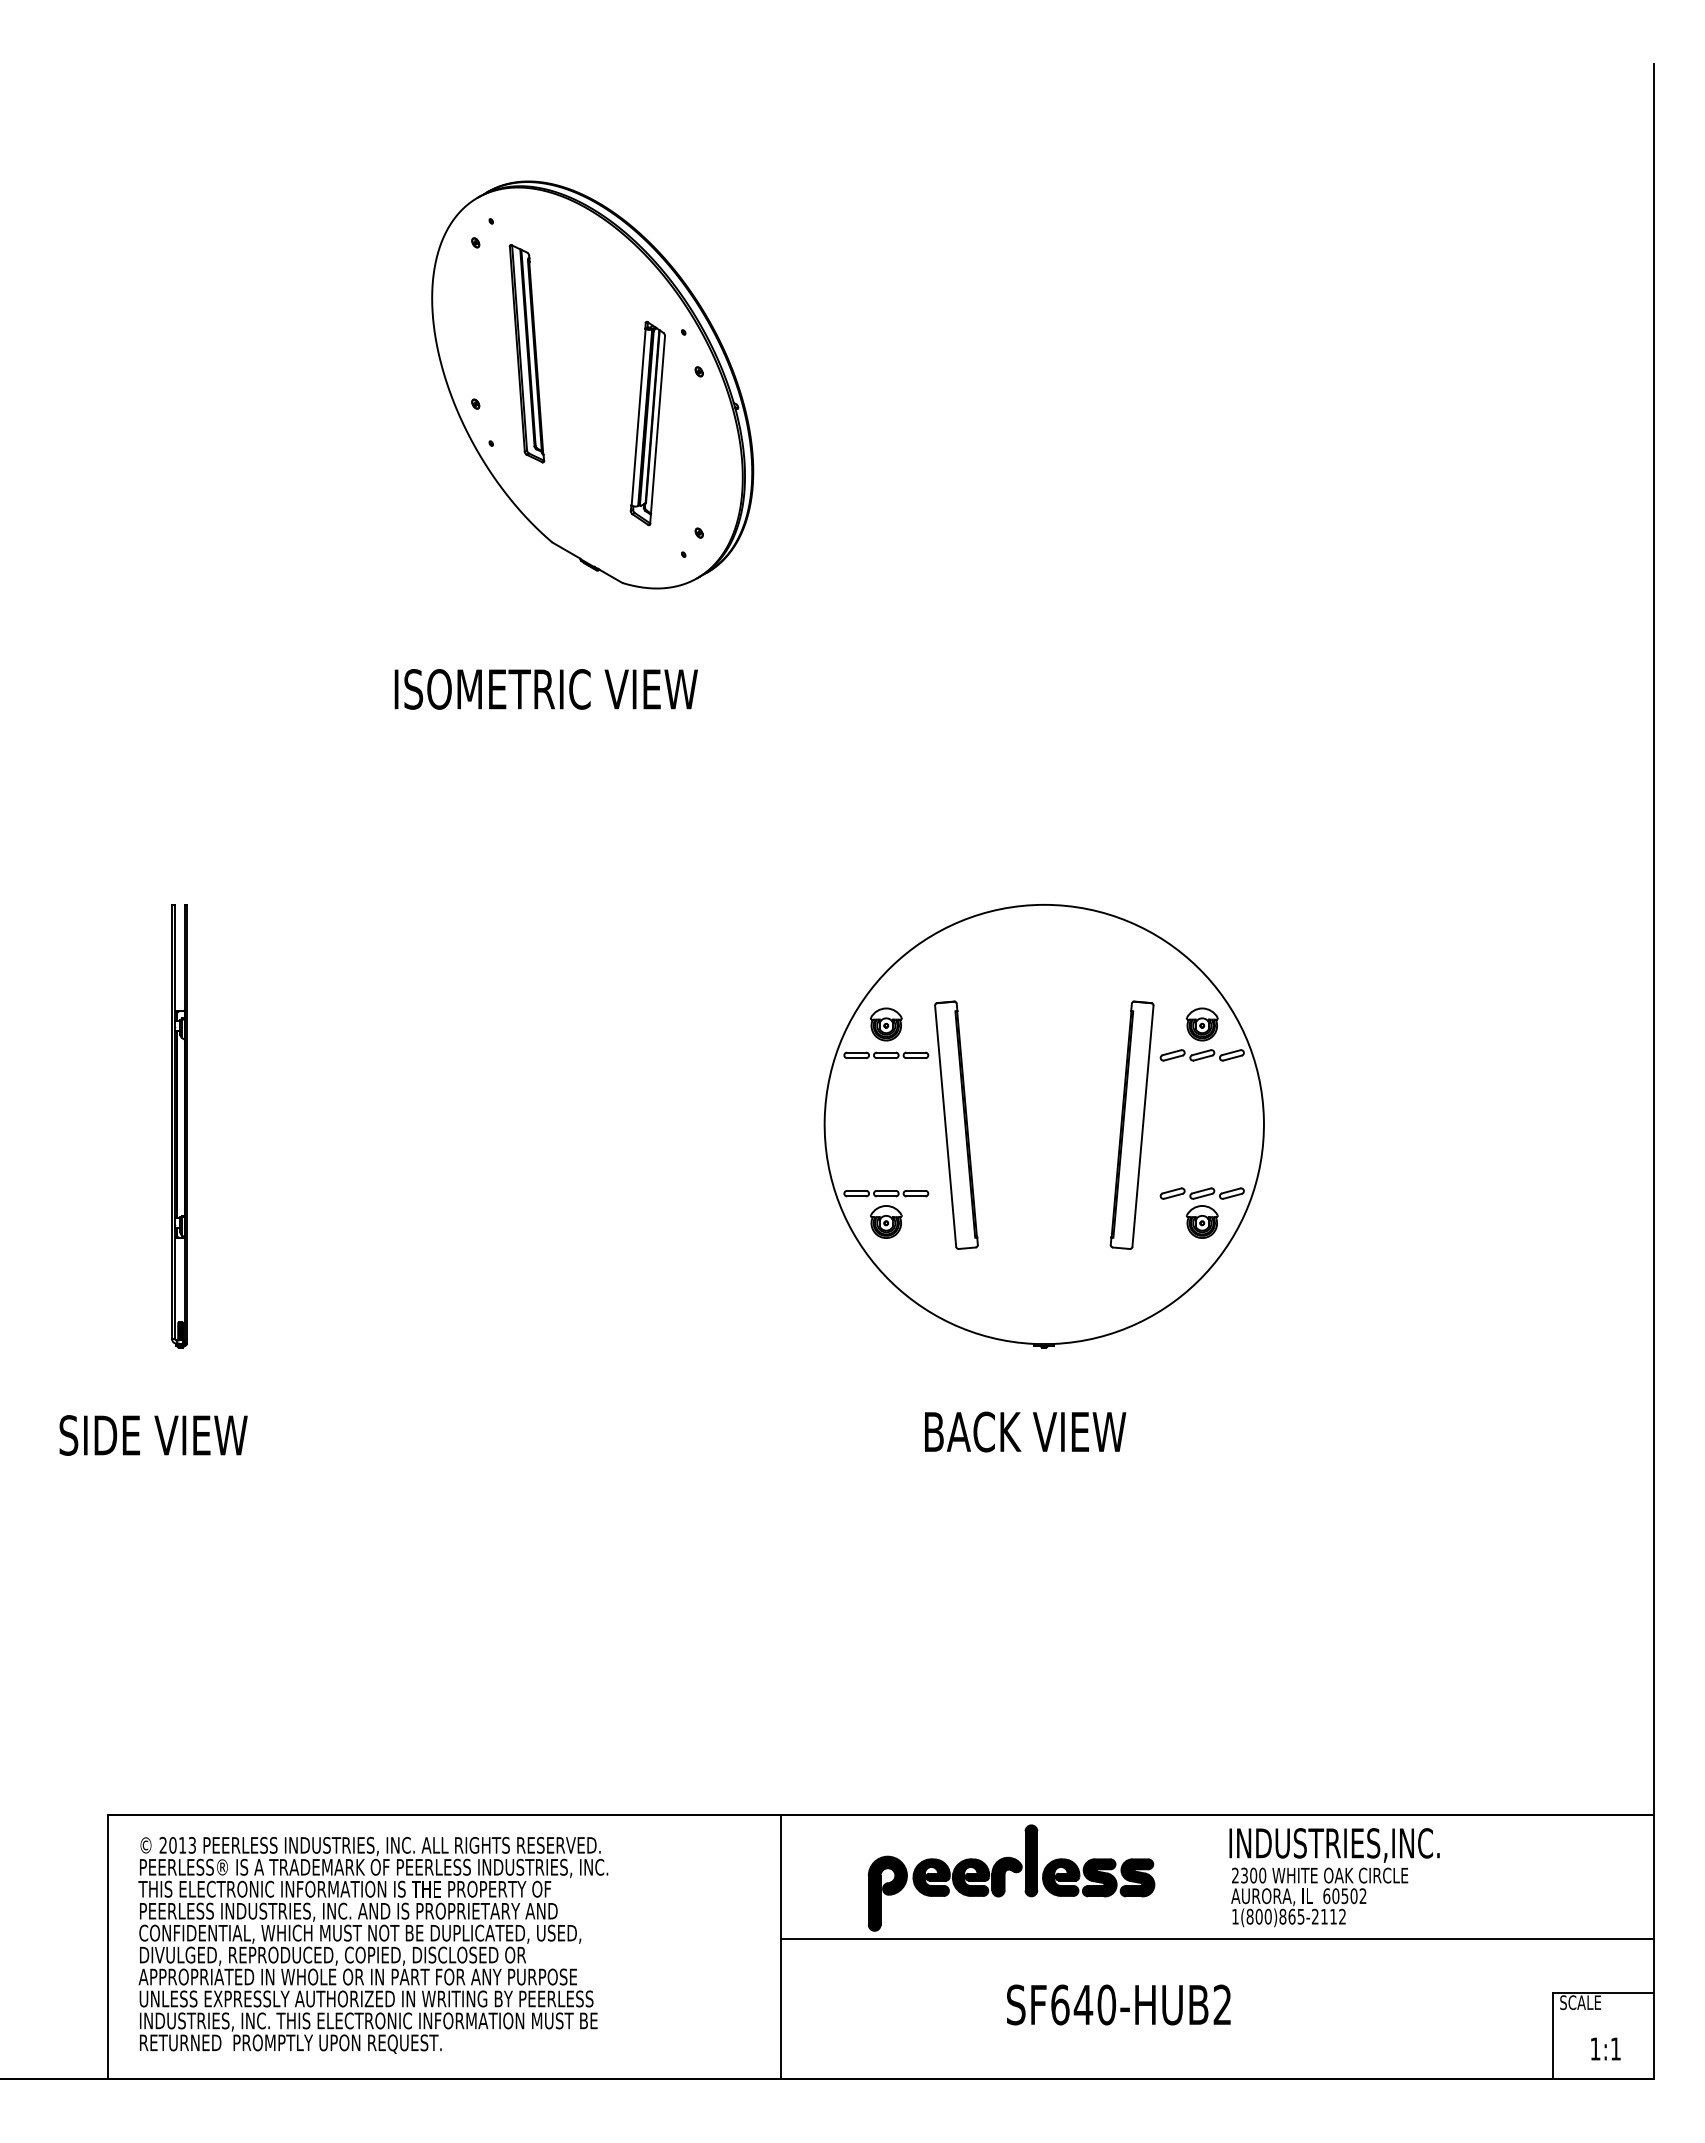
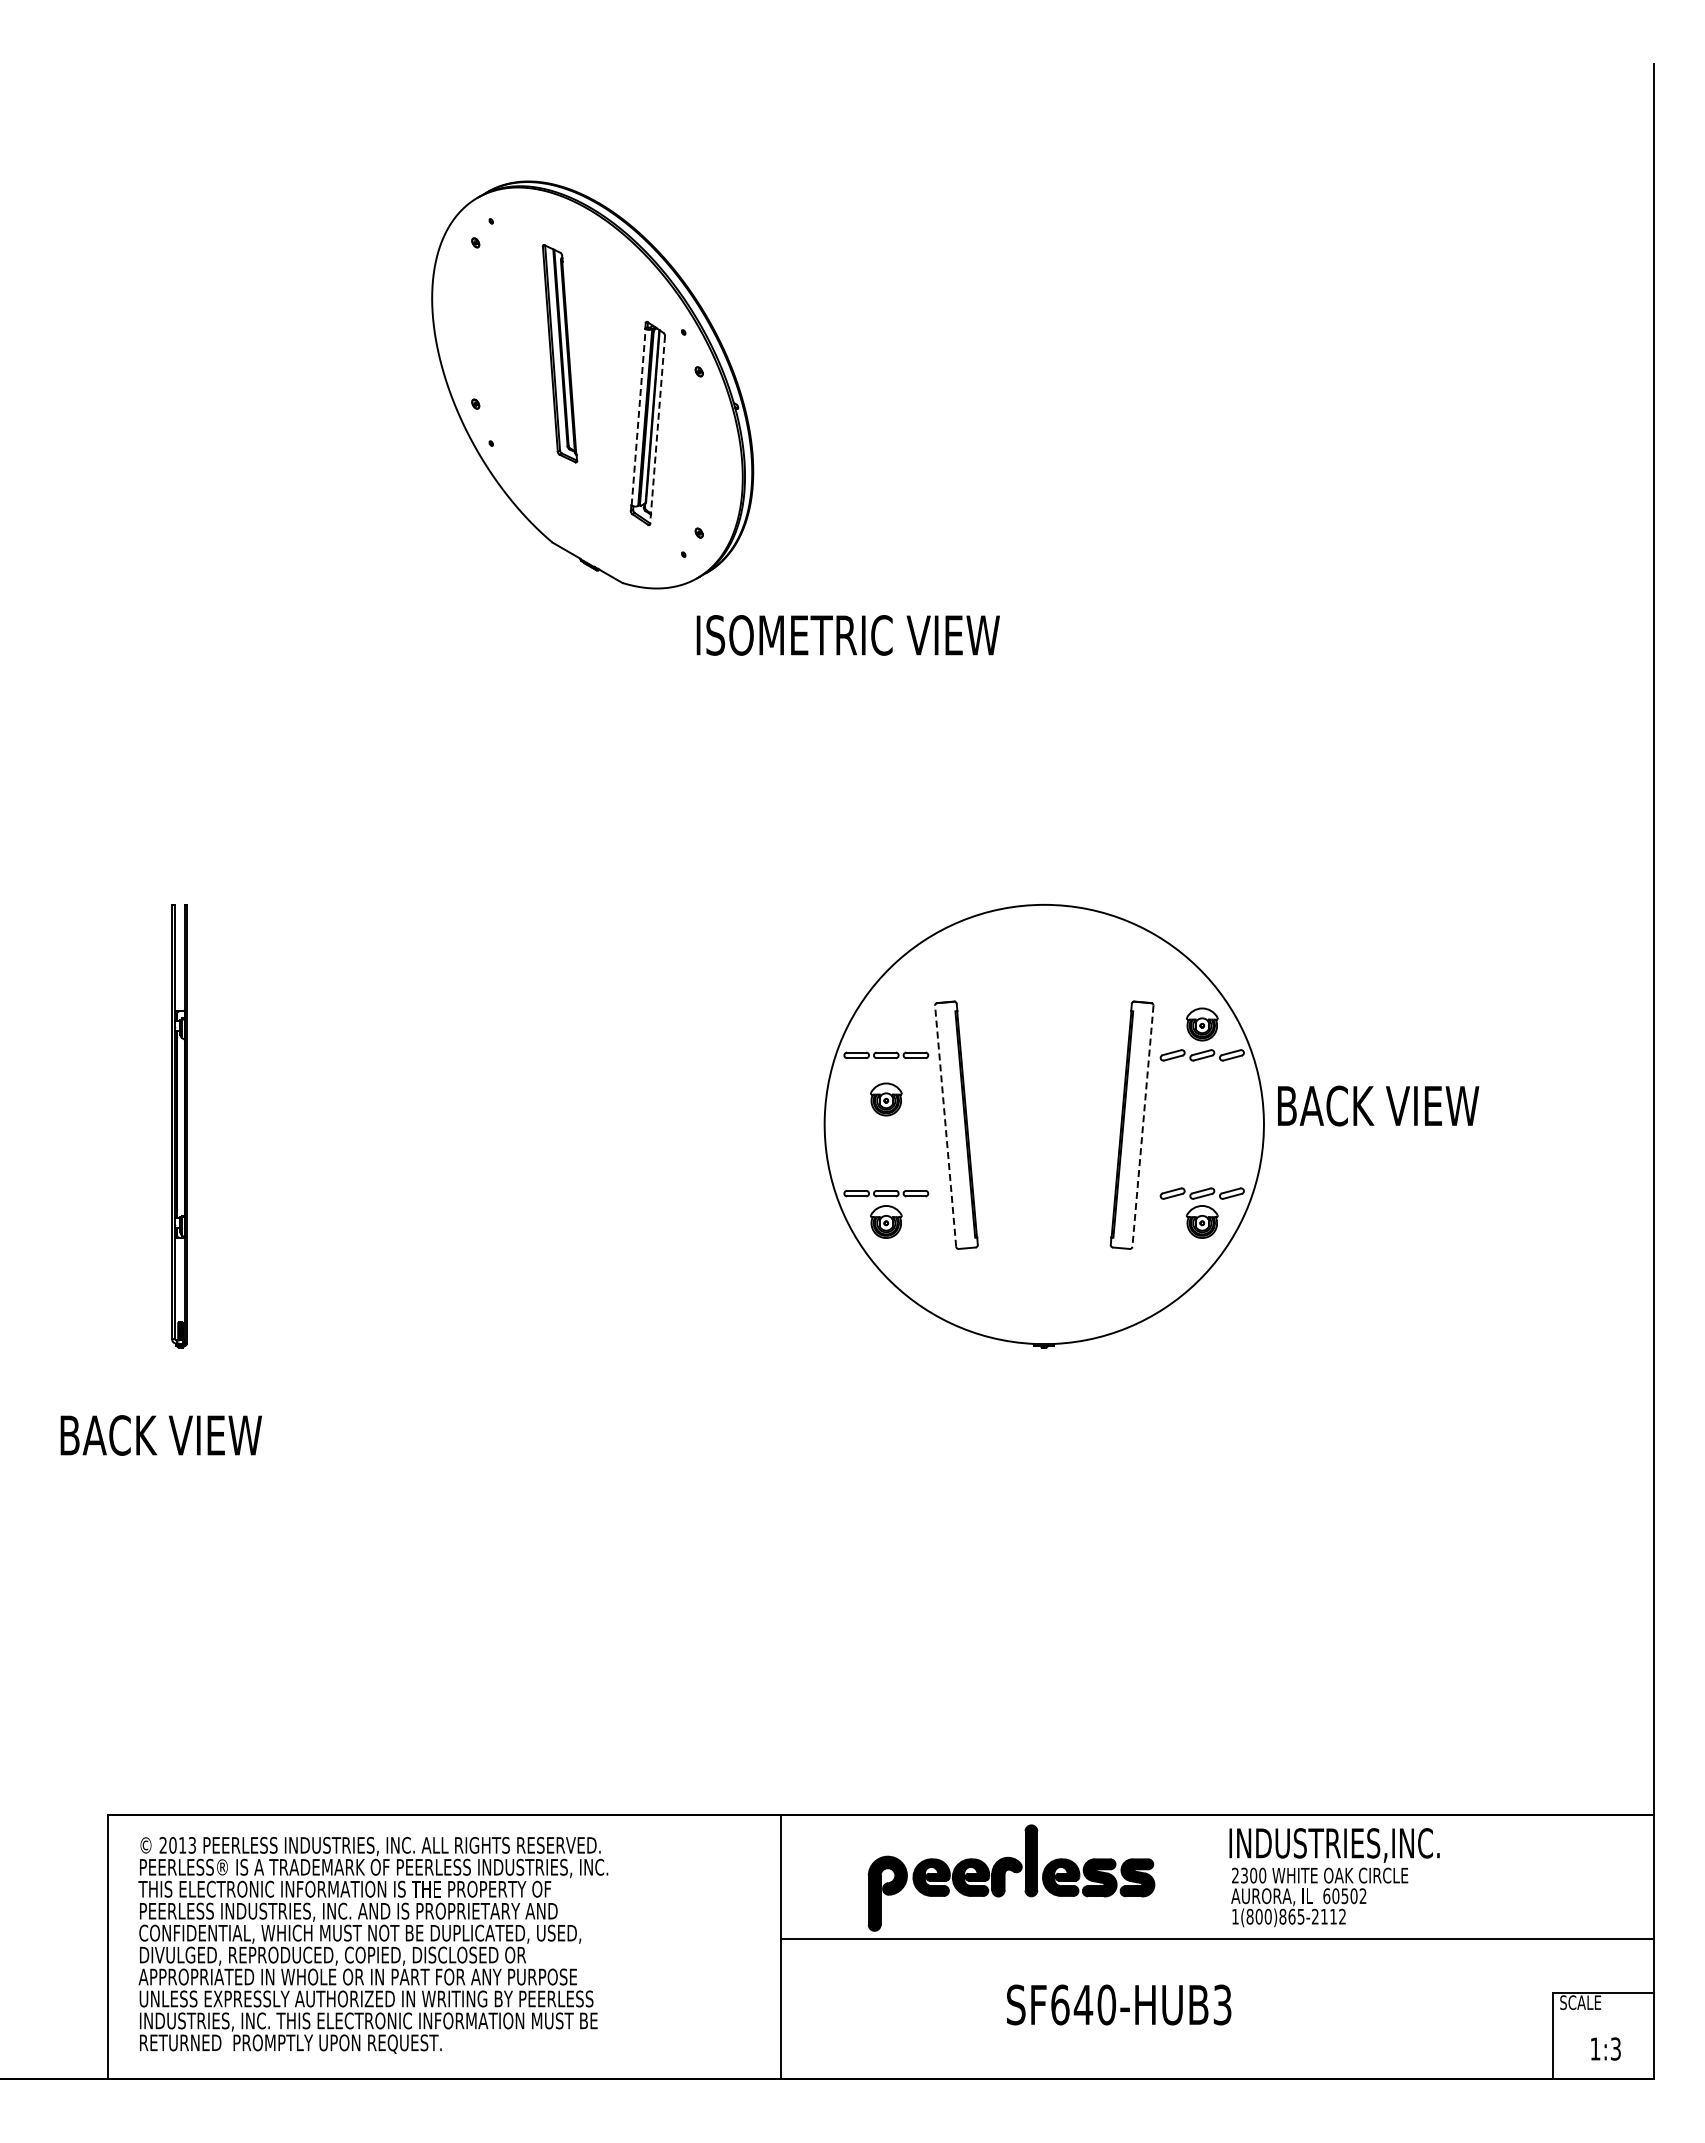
part at (526, 353) position: (526, 353) -> (559, 353)
line at (638, 417): solid -> dashed
line at (657, 430): solid -> dashed
text at (545, 689) position: (545, 689) -> (847, 635)
part at (886, 1024) position: (886, 1024) -> (886, 1099)
line at (945, 1126): solid -> dashed
line at (1142, 1126): solid -> dashed
text at (1025, 1431) position: (1025, 1431) -> (1378, 1105)
text at (160, 1435): SIDE VIEW -> BACK VIEW
text at (1222, 2004): SF640-HUB2 -> SF640-HUB3
text at (1615, 2048): 1:1 -> 1:3
